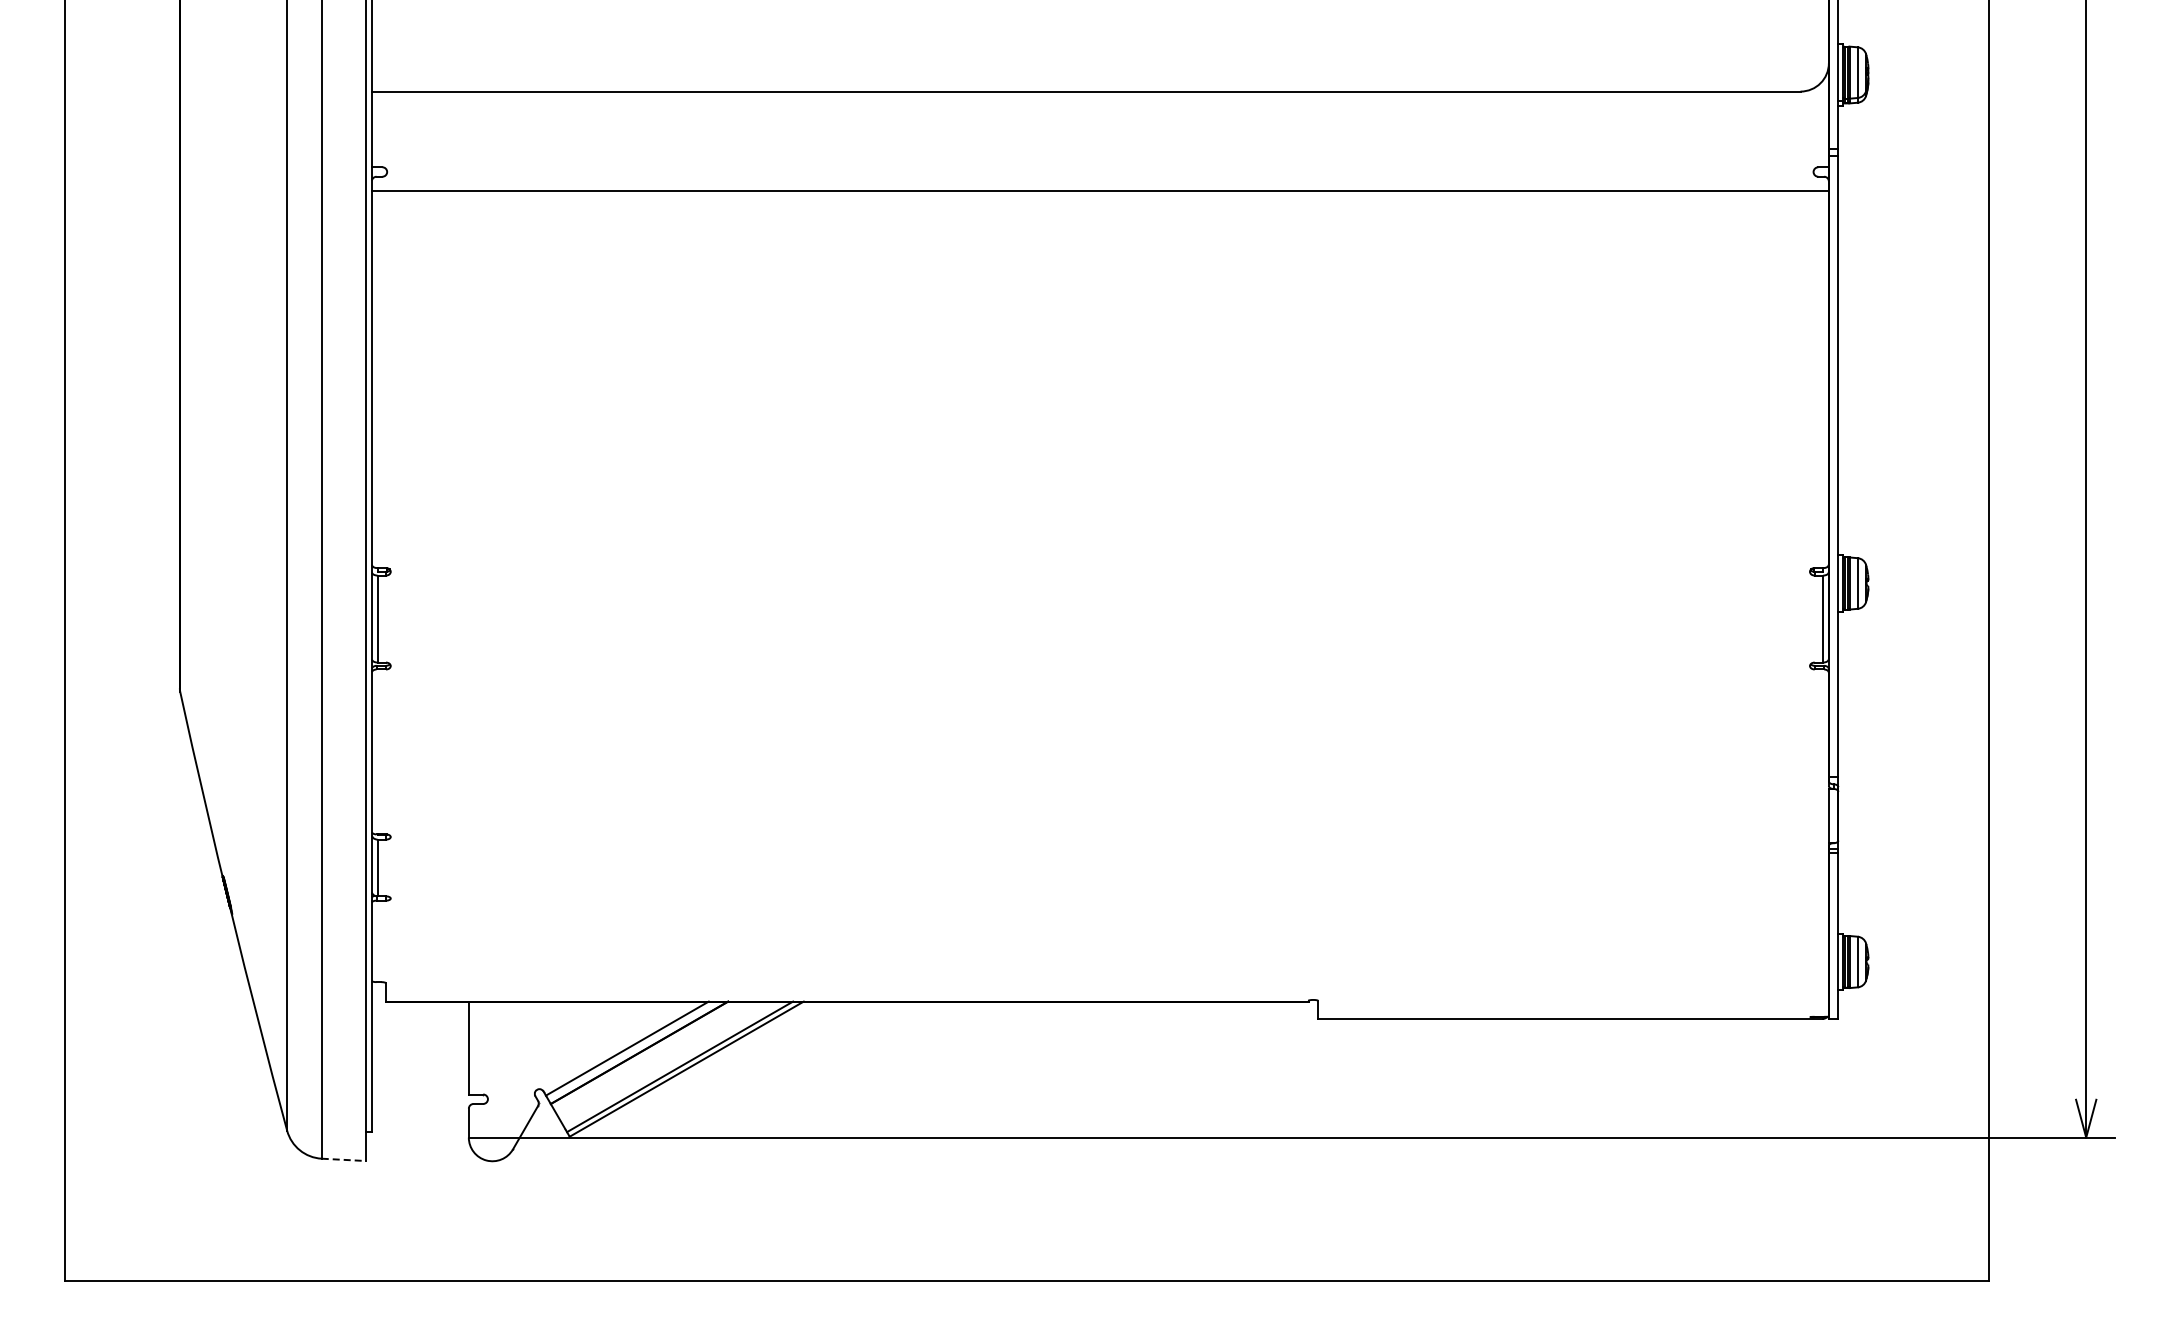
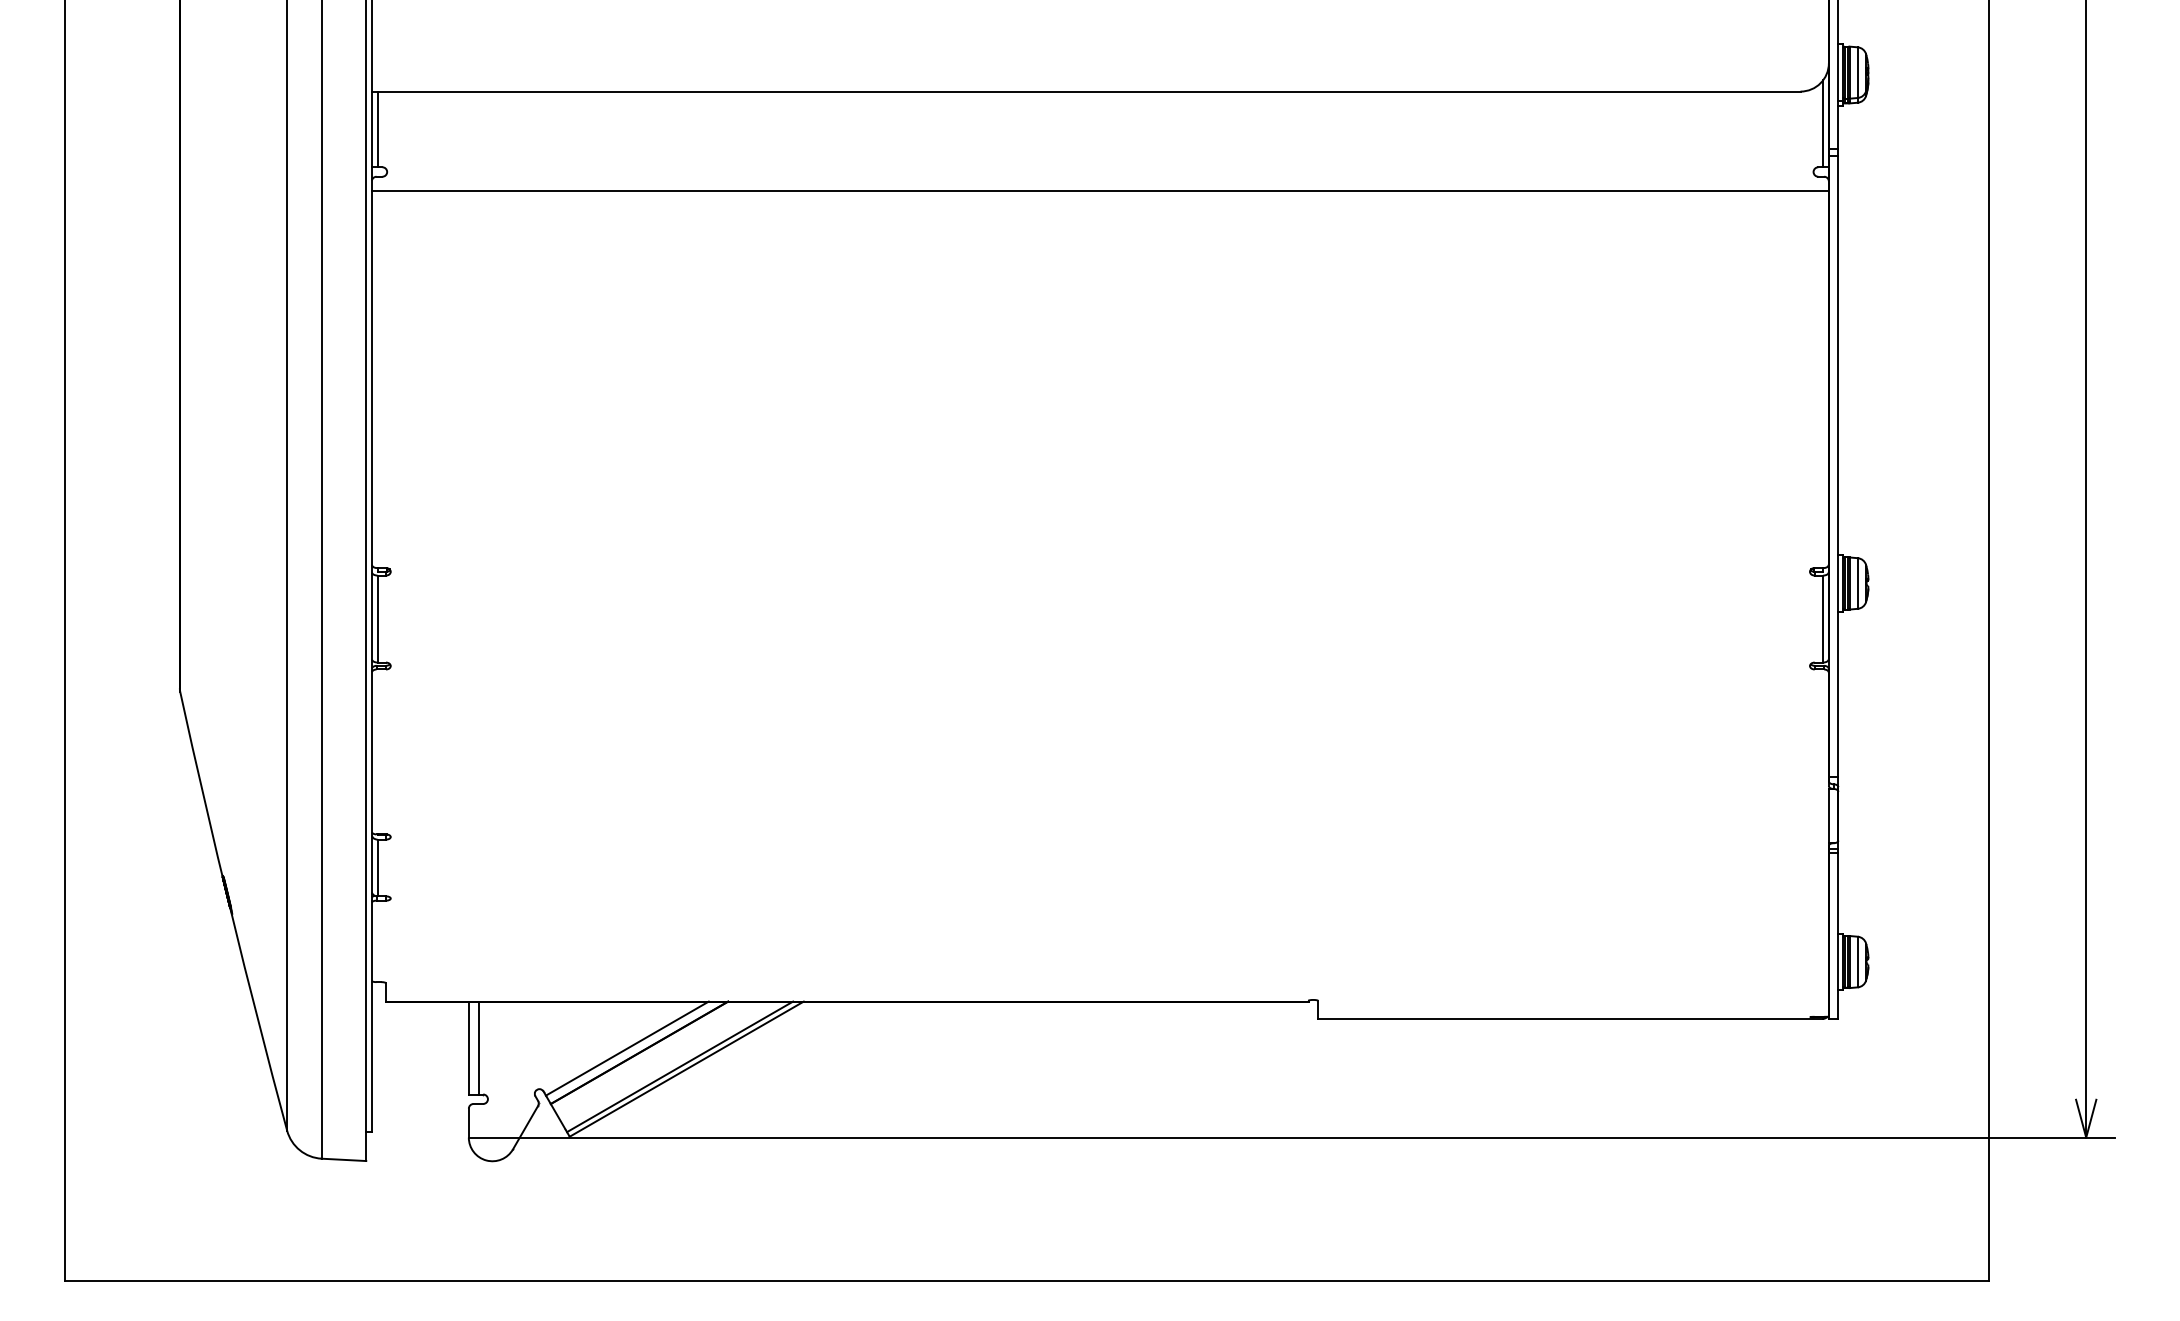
line at (1823, 123): none -> present
line at (377, 129): none -> present
line at (478, 1047): none -> present
line at (344, 1159): dashed -> solid
